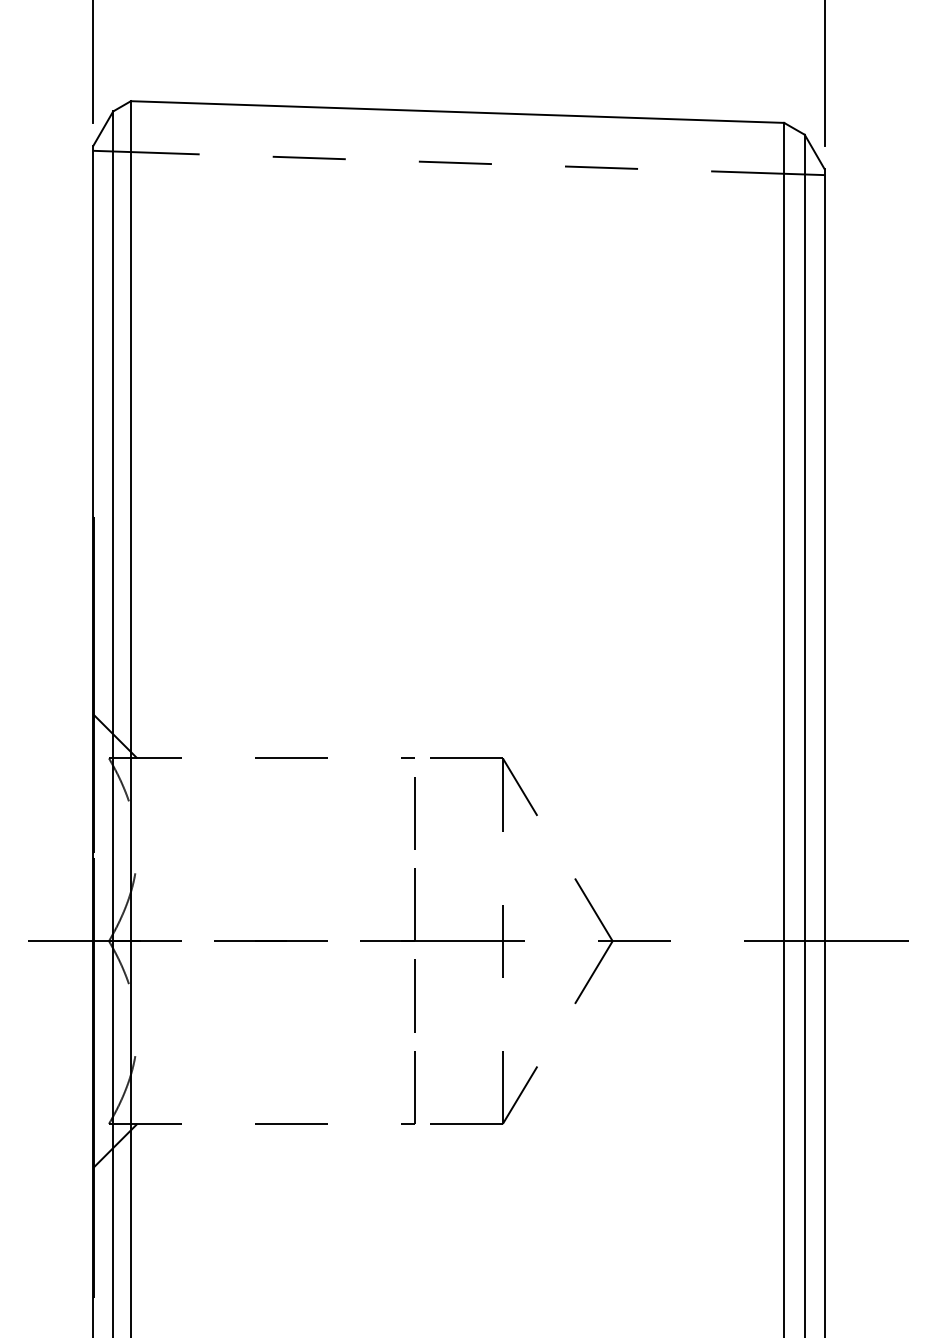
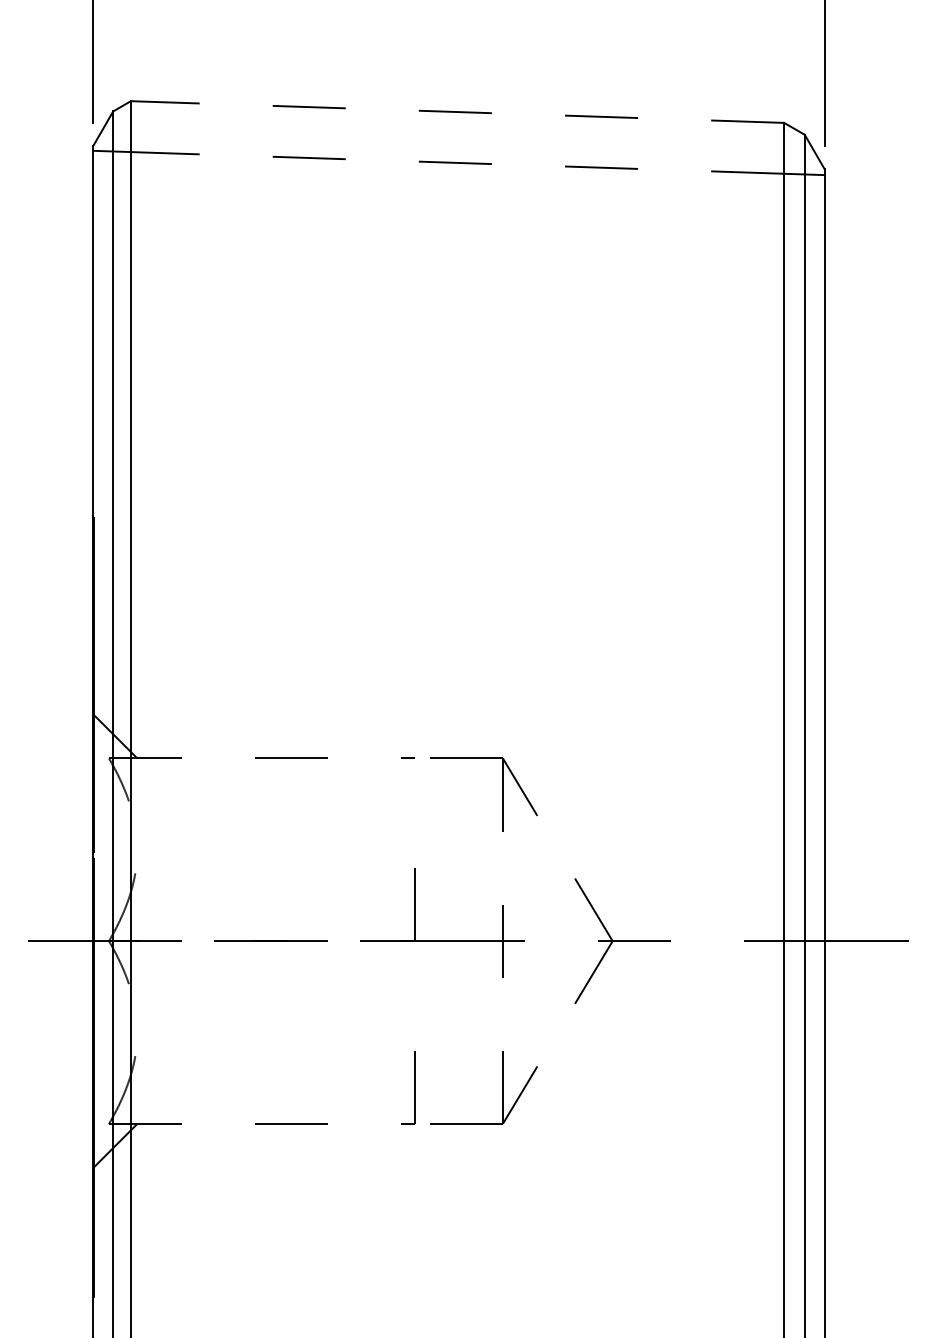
line at (457, 112): solid -> dashed
line at (414, 813): present -> none
line at (414, 995): present -> none
